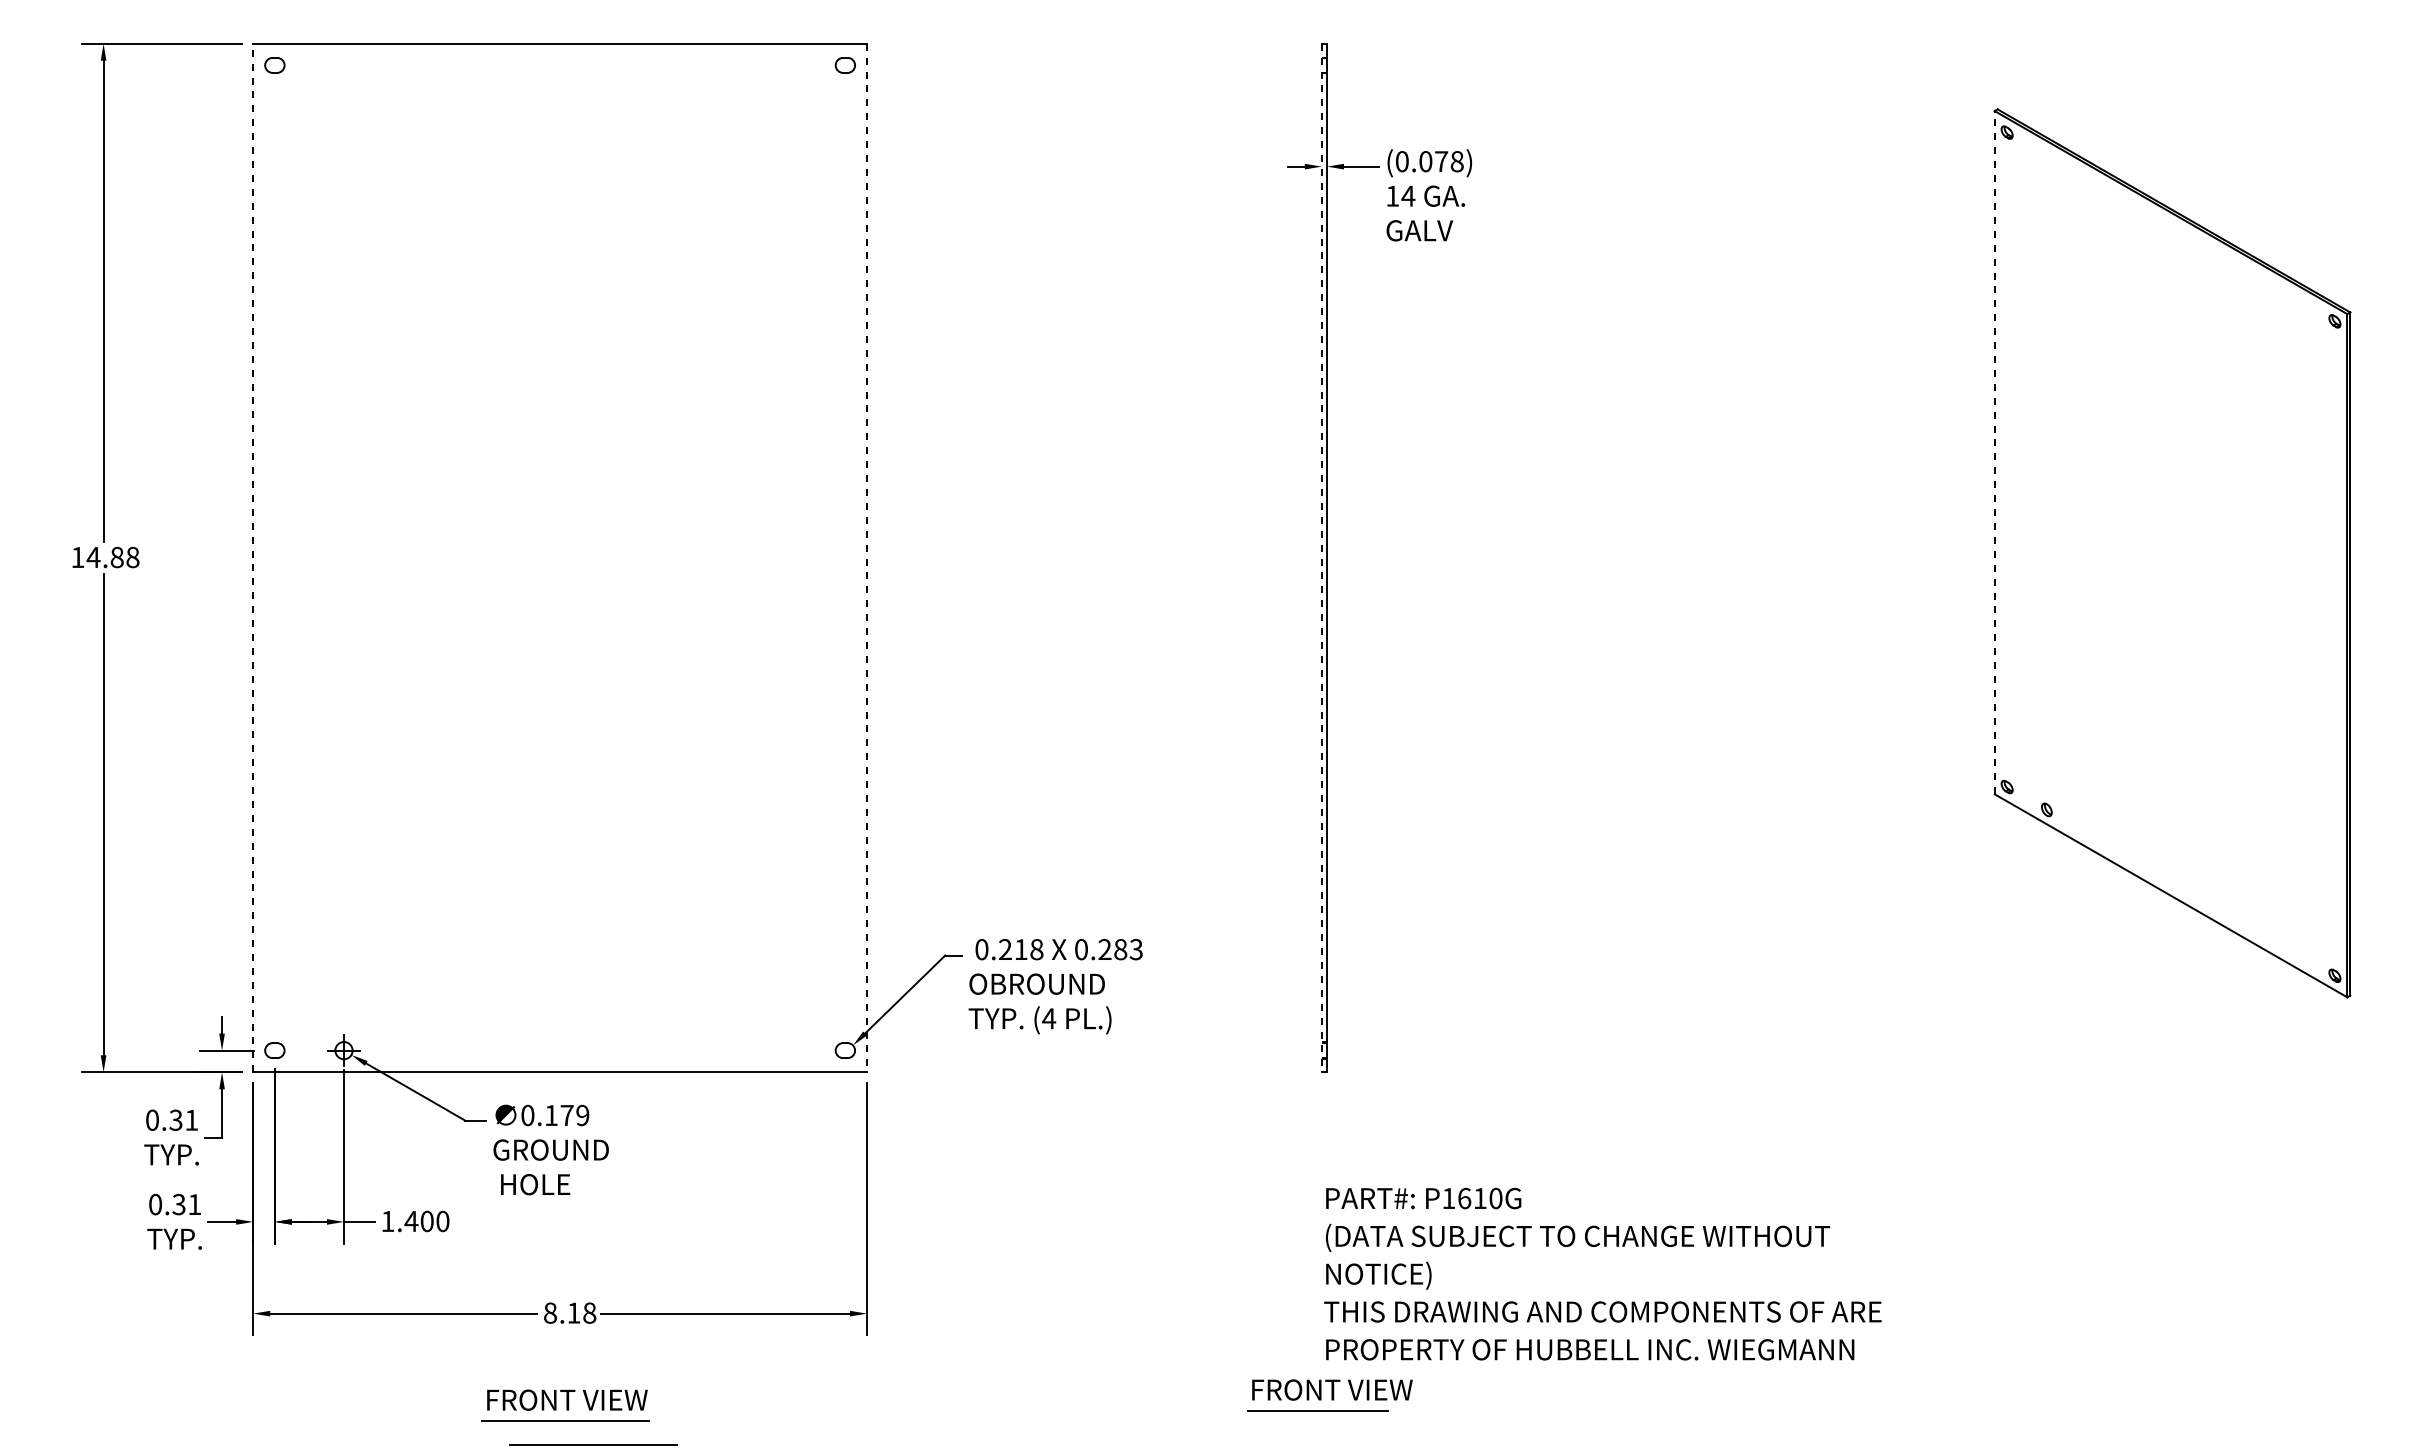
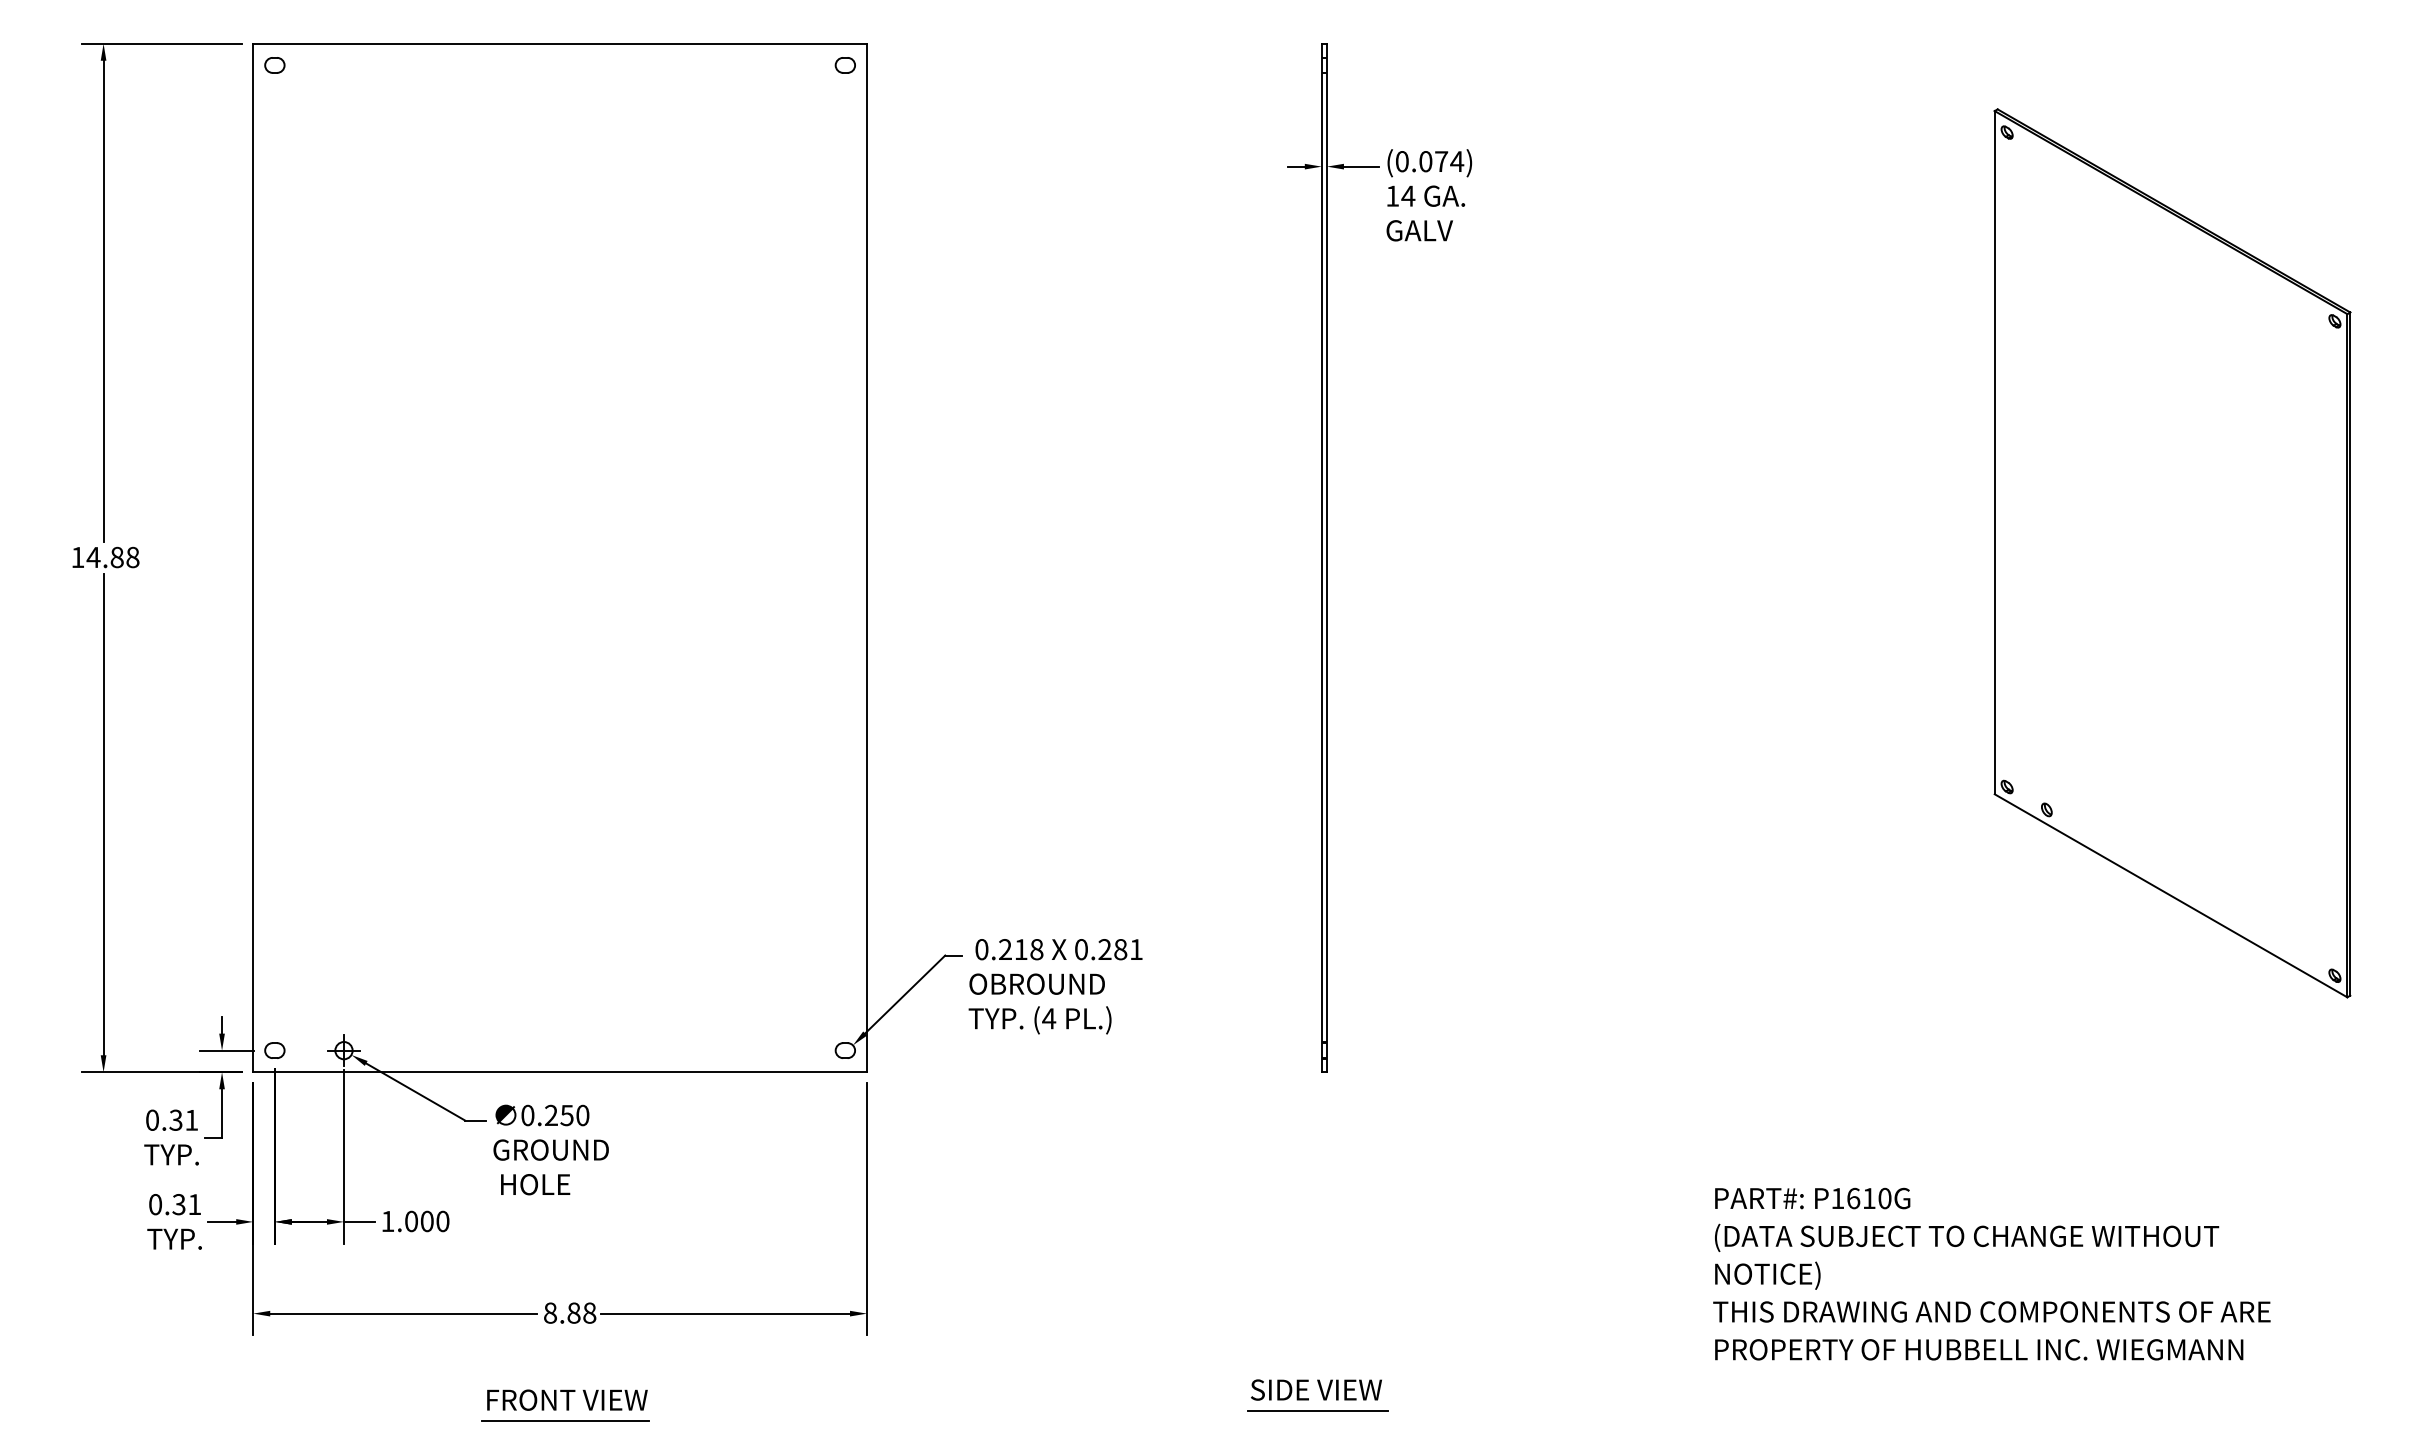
text at (1457, 161): (0.078) -> (0.074)
line at (1994, 452): dashed -> solid
line at (253, 557): dashed -> solid
line at (867, 558): dashed -> solid
line at (1321, 558): dashed -> solid
text at (1135, 949): 0.283 -> 0.281
text at (567, 1115): 0.179 -> 0.250
text at (411, 1221): 1.400 -> 1.000
text at (1602, 1273) position: (1602, 1273) -> (1991, 1273)
text at (573, 1312): 8.18 -> 8.88
text at (1331, 1389): FRONT VIEW -> SIDE VIEW
line at (593, 1444): present -> none
